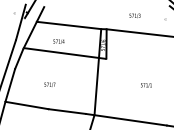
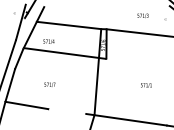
text at (134, 15) position: (134, 15) -> (142, 15)
text at (58, 41) position: (58, 41) -> (48, 41)
line at (67, 111): present -> none
